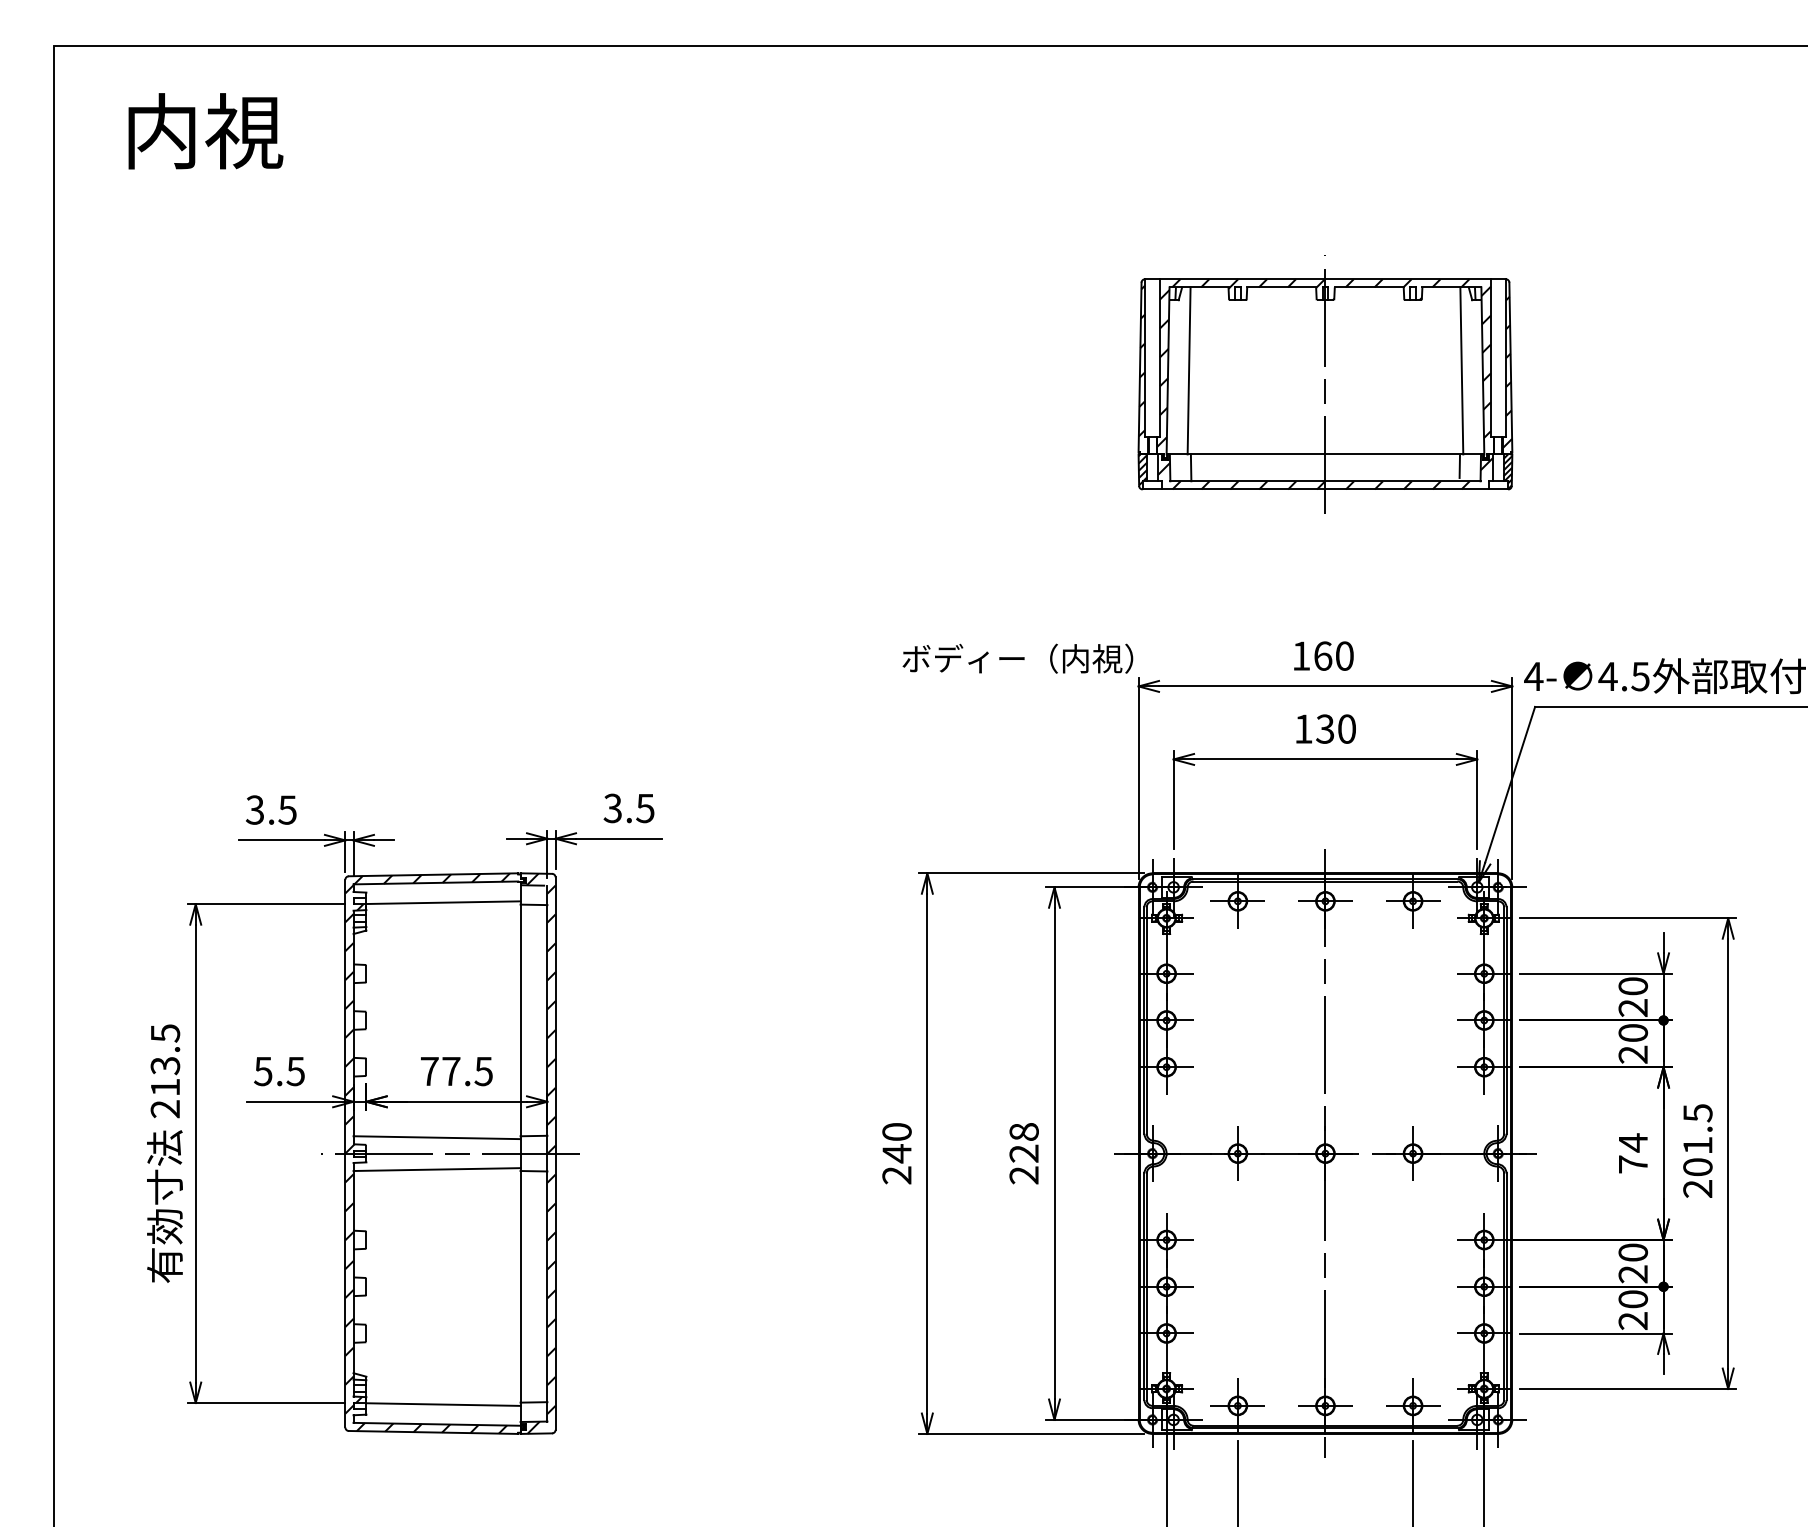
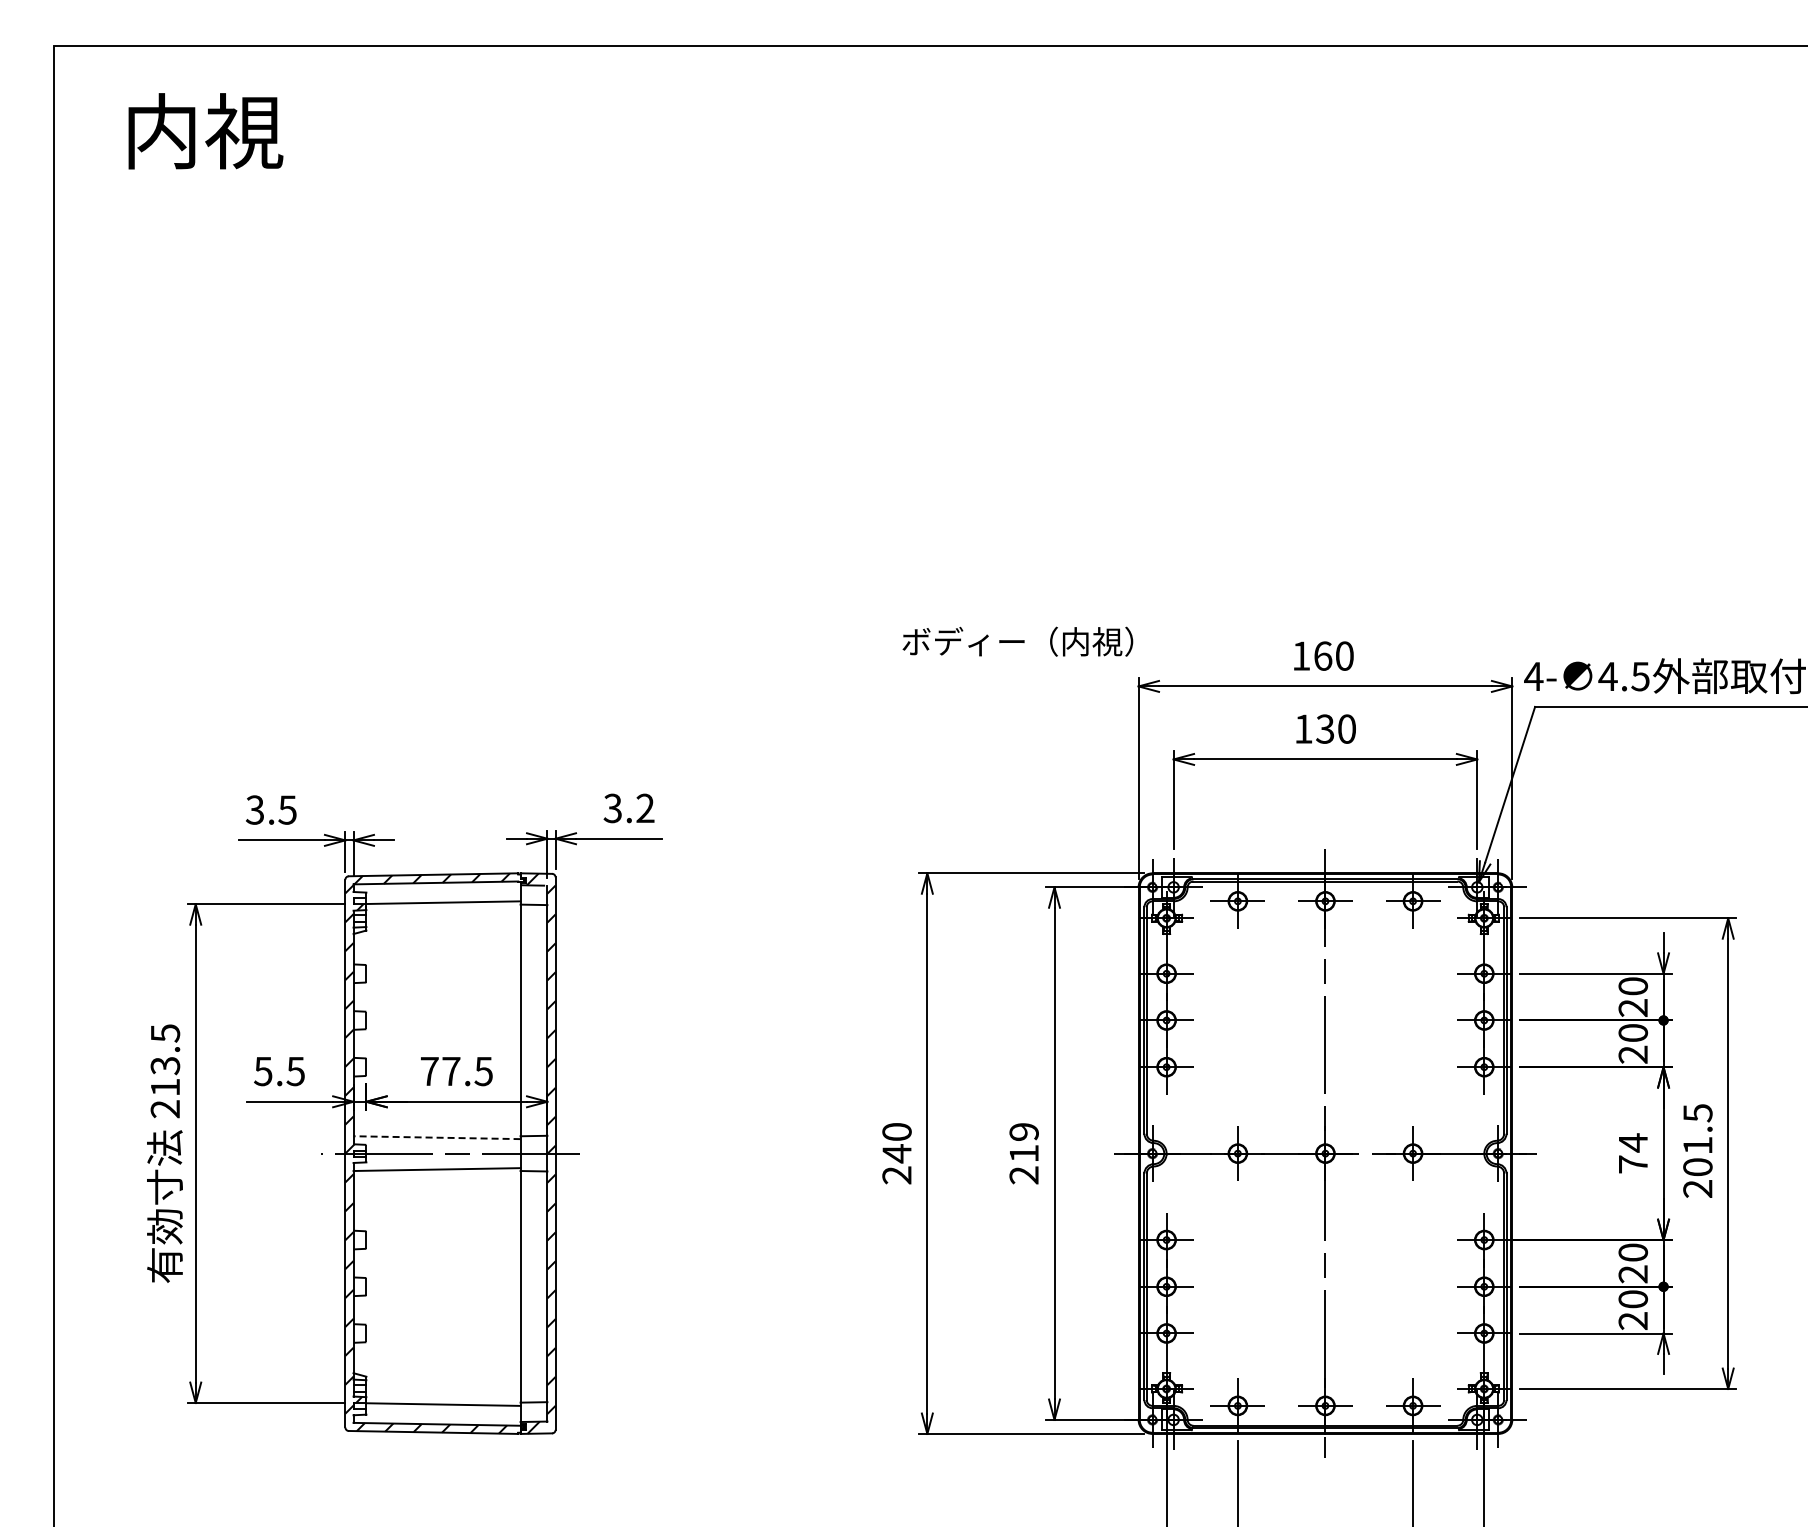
part at (1325, 384): present -> none
text at (1017, 658) position: (1017, 658) -> (1017, 641)
text at (645, 808): 3.5 -> 3.2
line at (437, 1137): solid -> dashed
text at (1023, 1142): 228 -> 219
